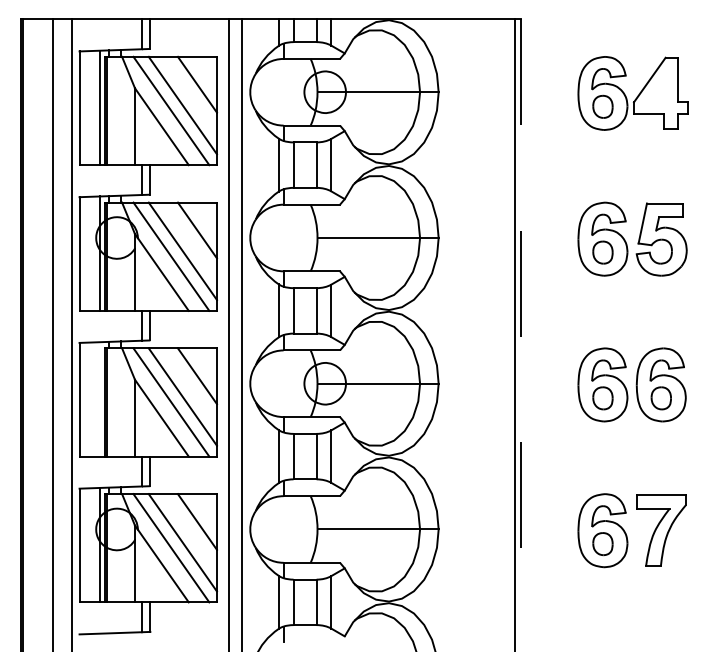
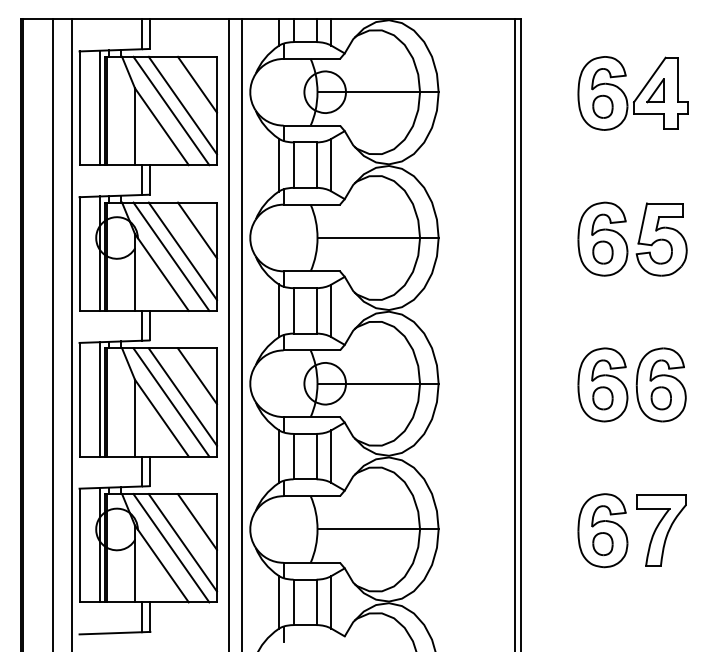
part at (655, 90): none -> present
line at (520, 335): dashed -> solid
line at (100, 399): none -> present
